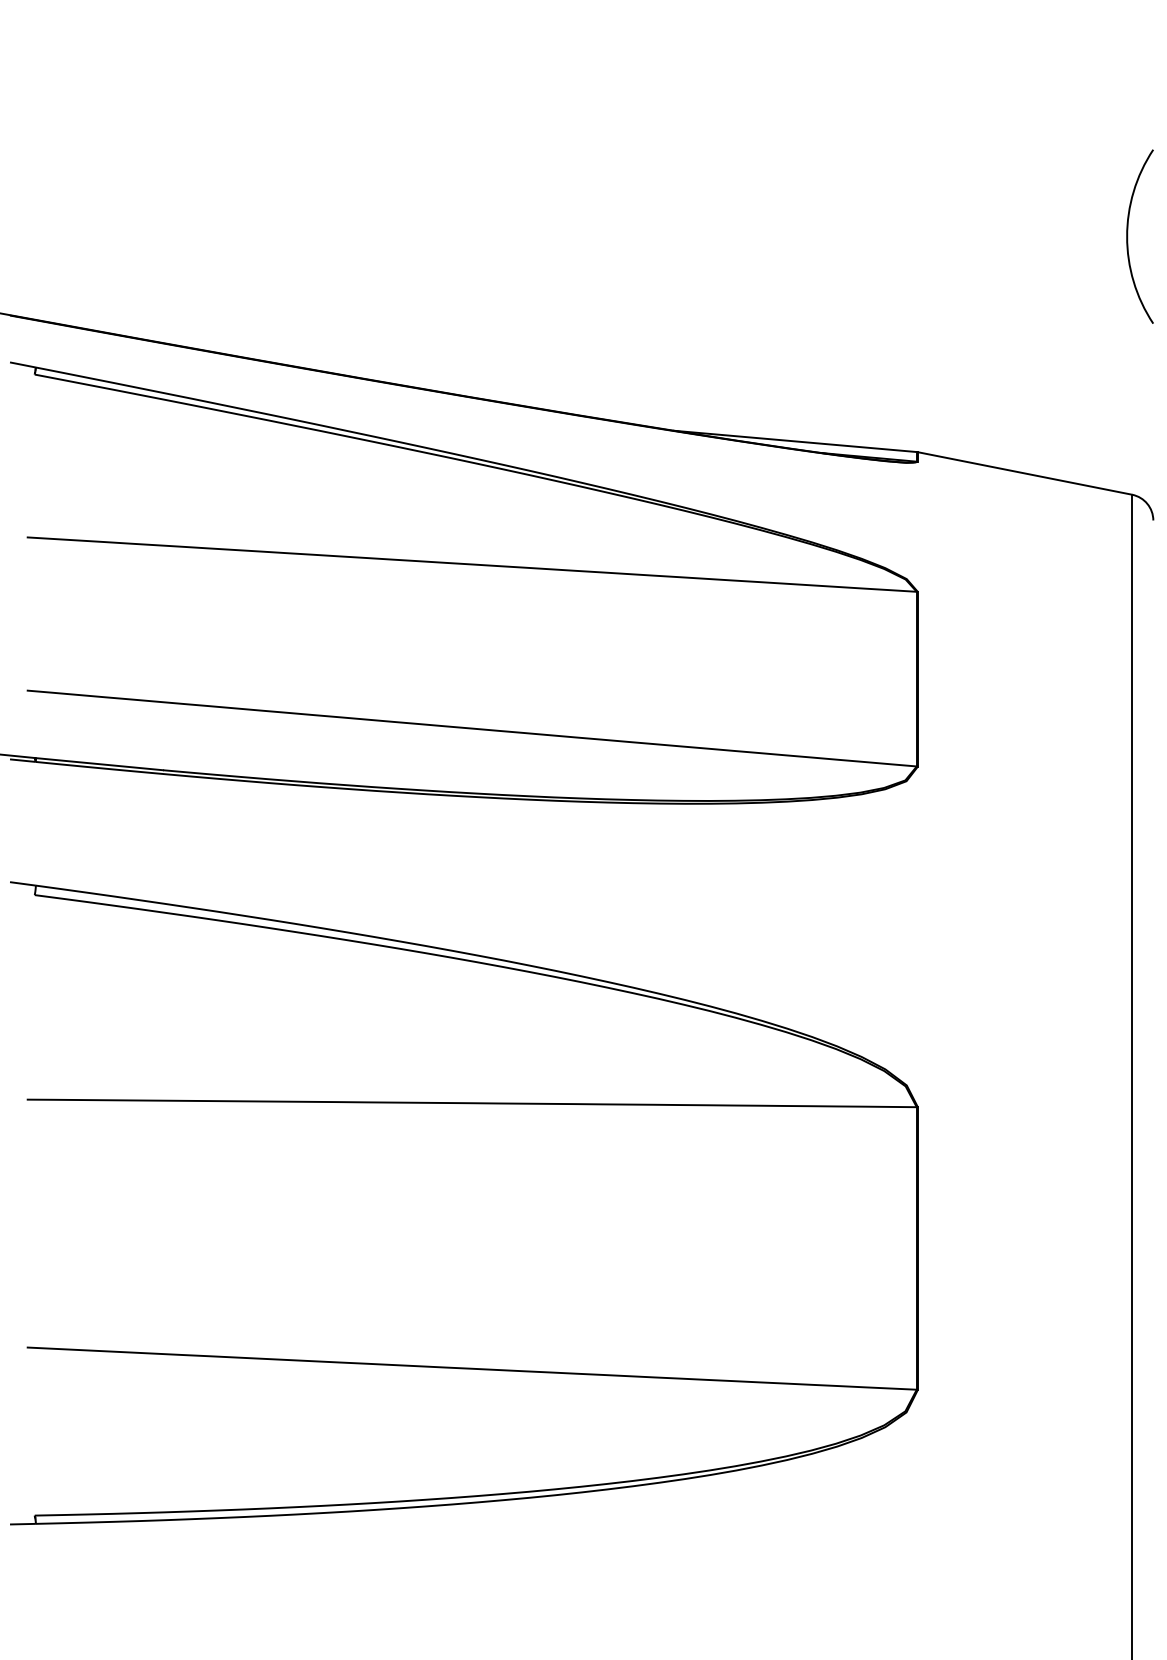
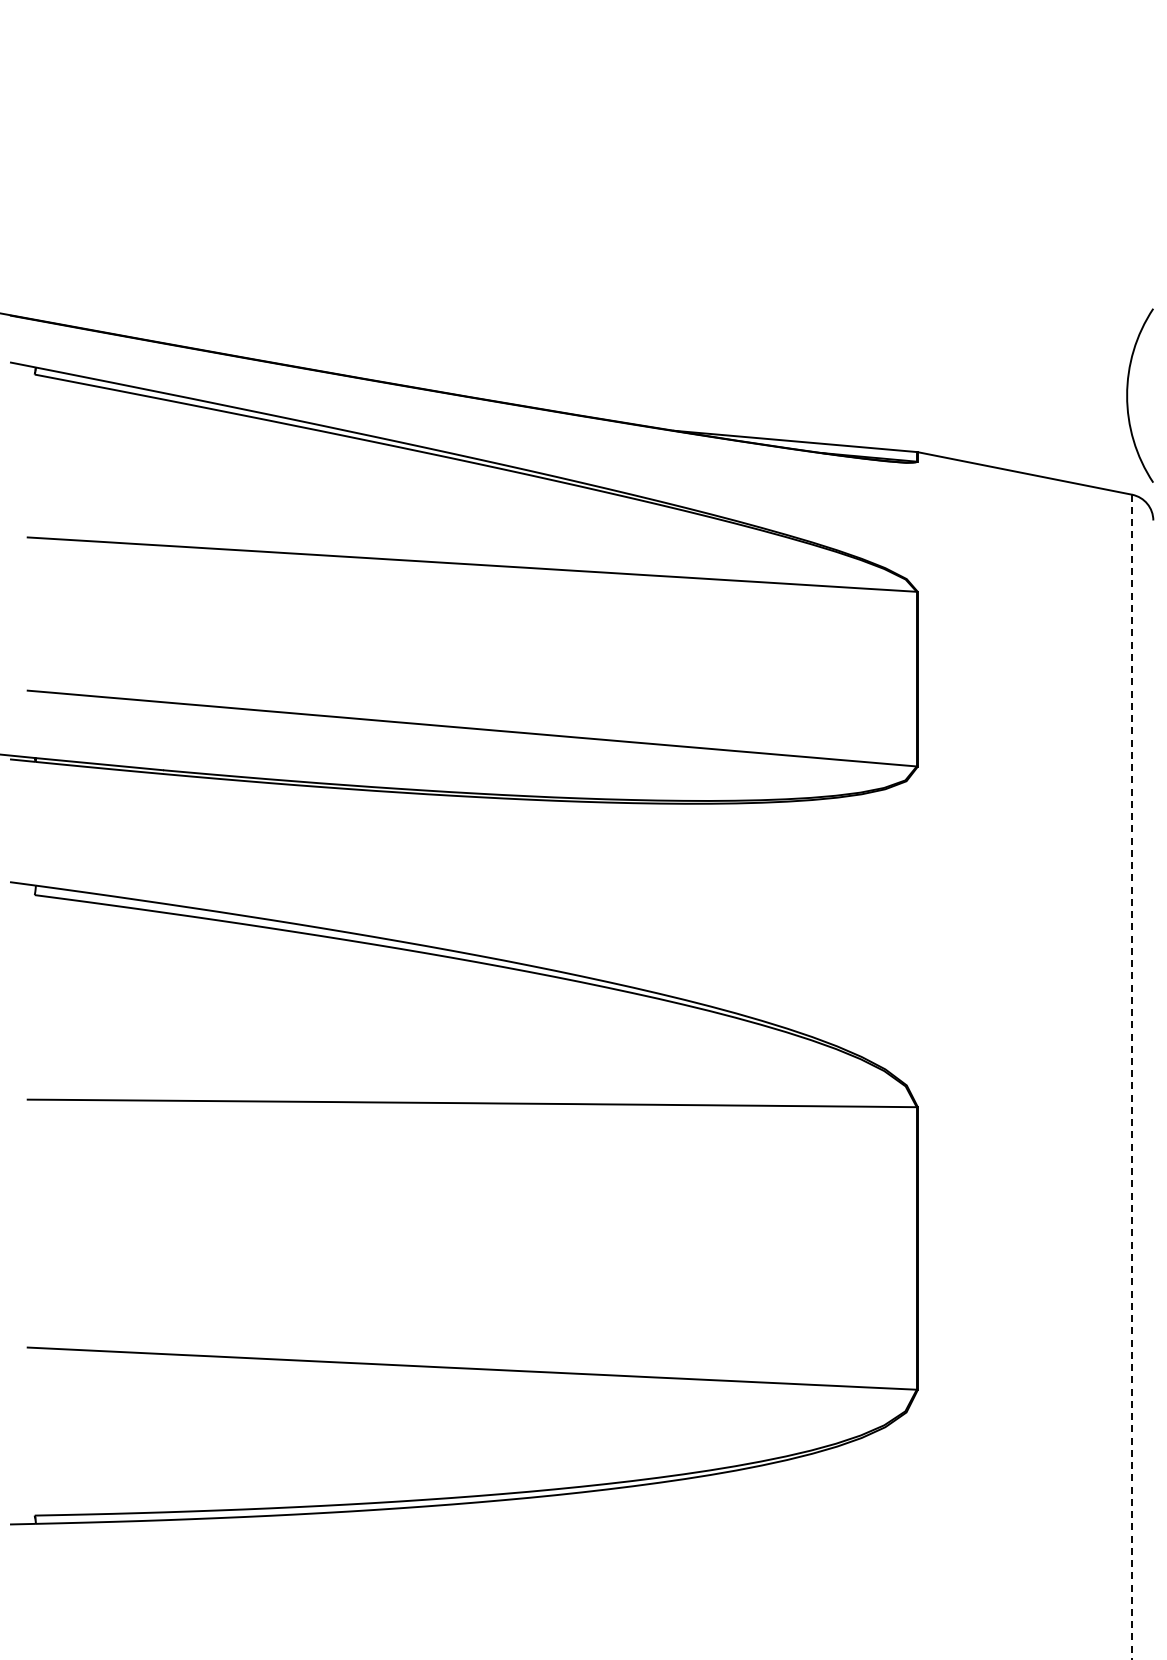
arc at (1128, 236) position: (1128, 236) -> (1128, 395)
line at (1132, 1077): solid -> dashed
